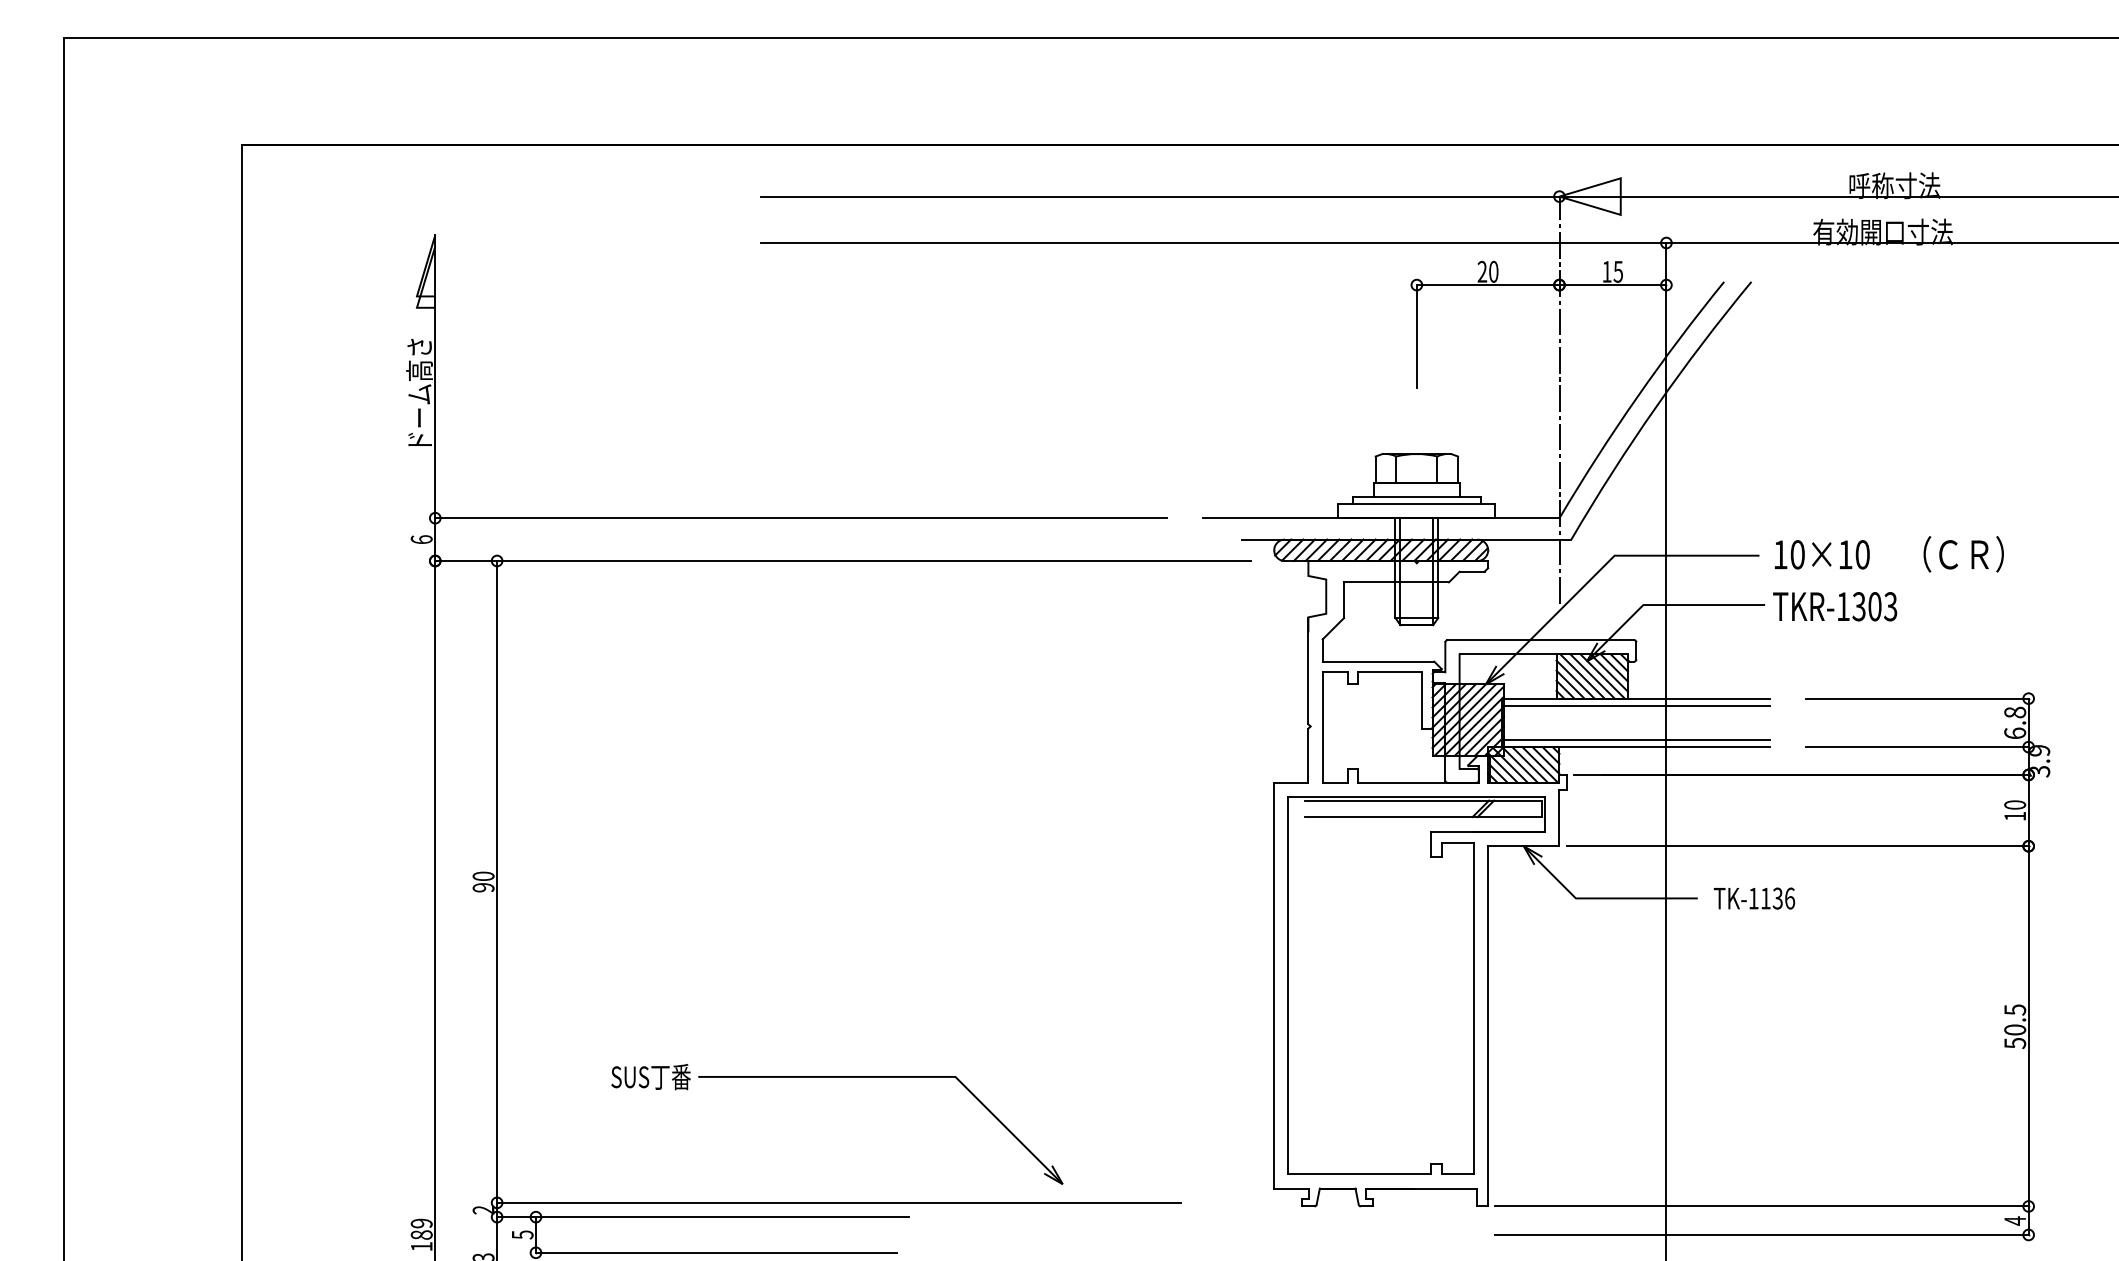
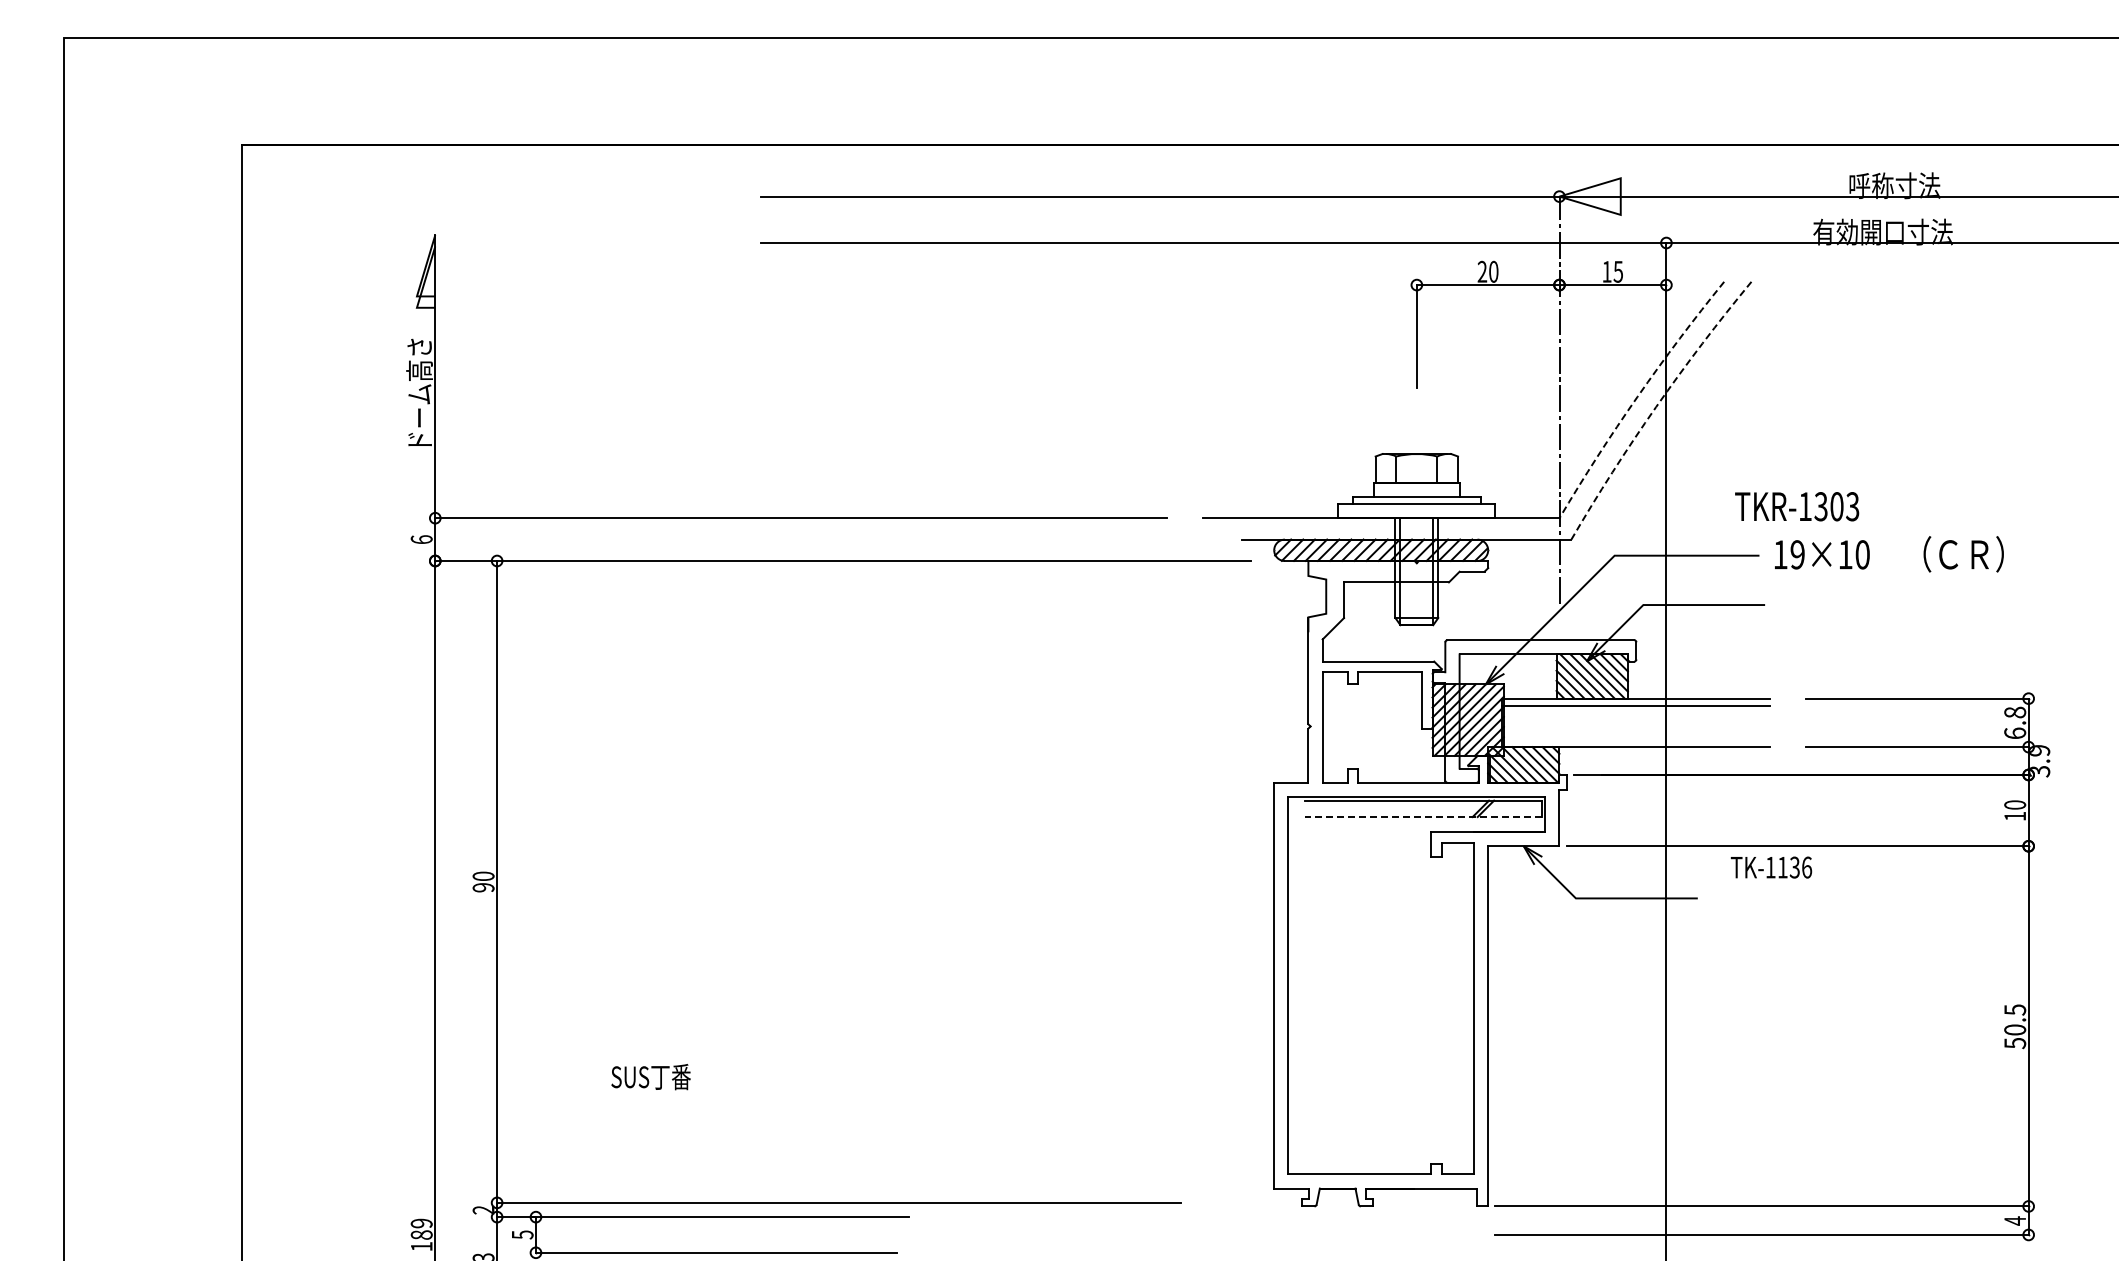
arc at (1637, 396): solid -> dashed
arc at (1656, 407): solid -> dashed
text at (1797, 554): 10×10 -> 19×10
text at (1835, 606) position: (1835, 606) -> (1797, 506)
line at (1636, 740): present -> none
line at (1422, 817): solid -> dashed
text at (1754, 898) position: (1754, 898) -> (1771, 867)
part at (880, 1077): present -> none
